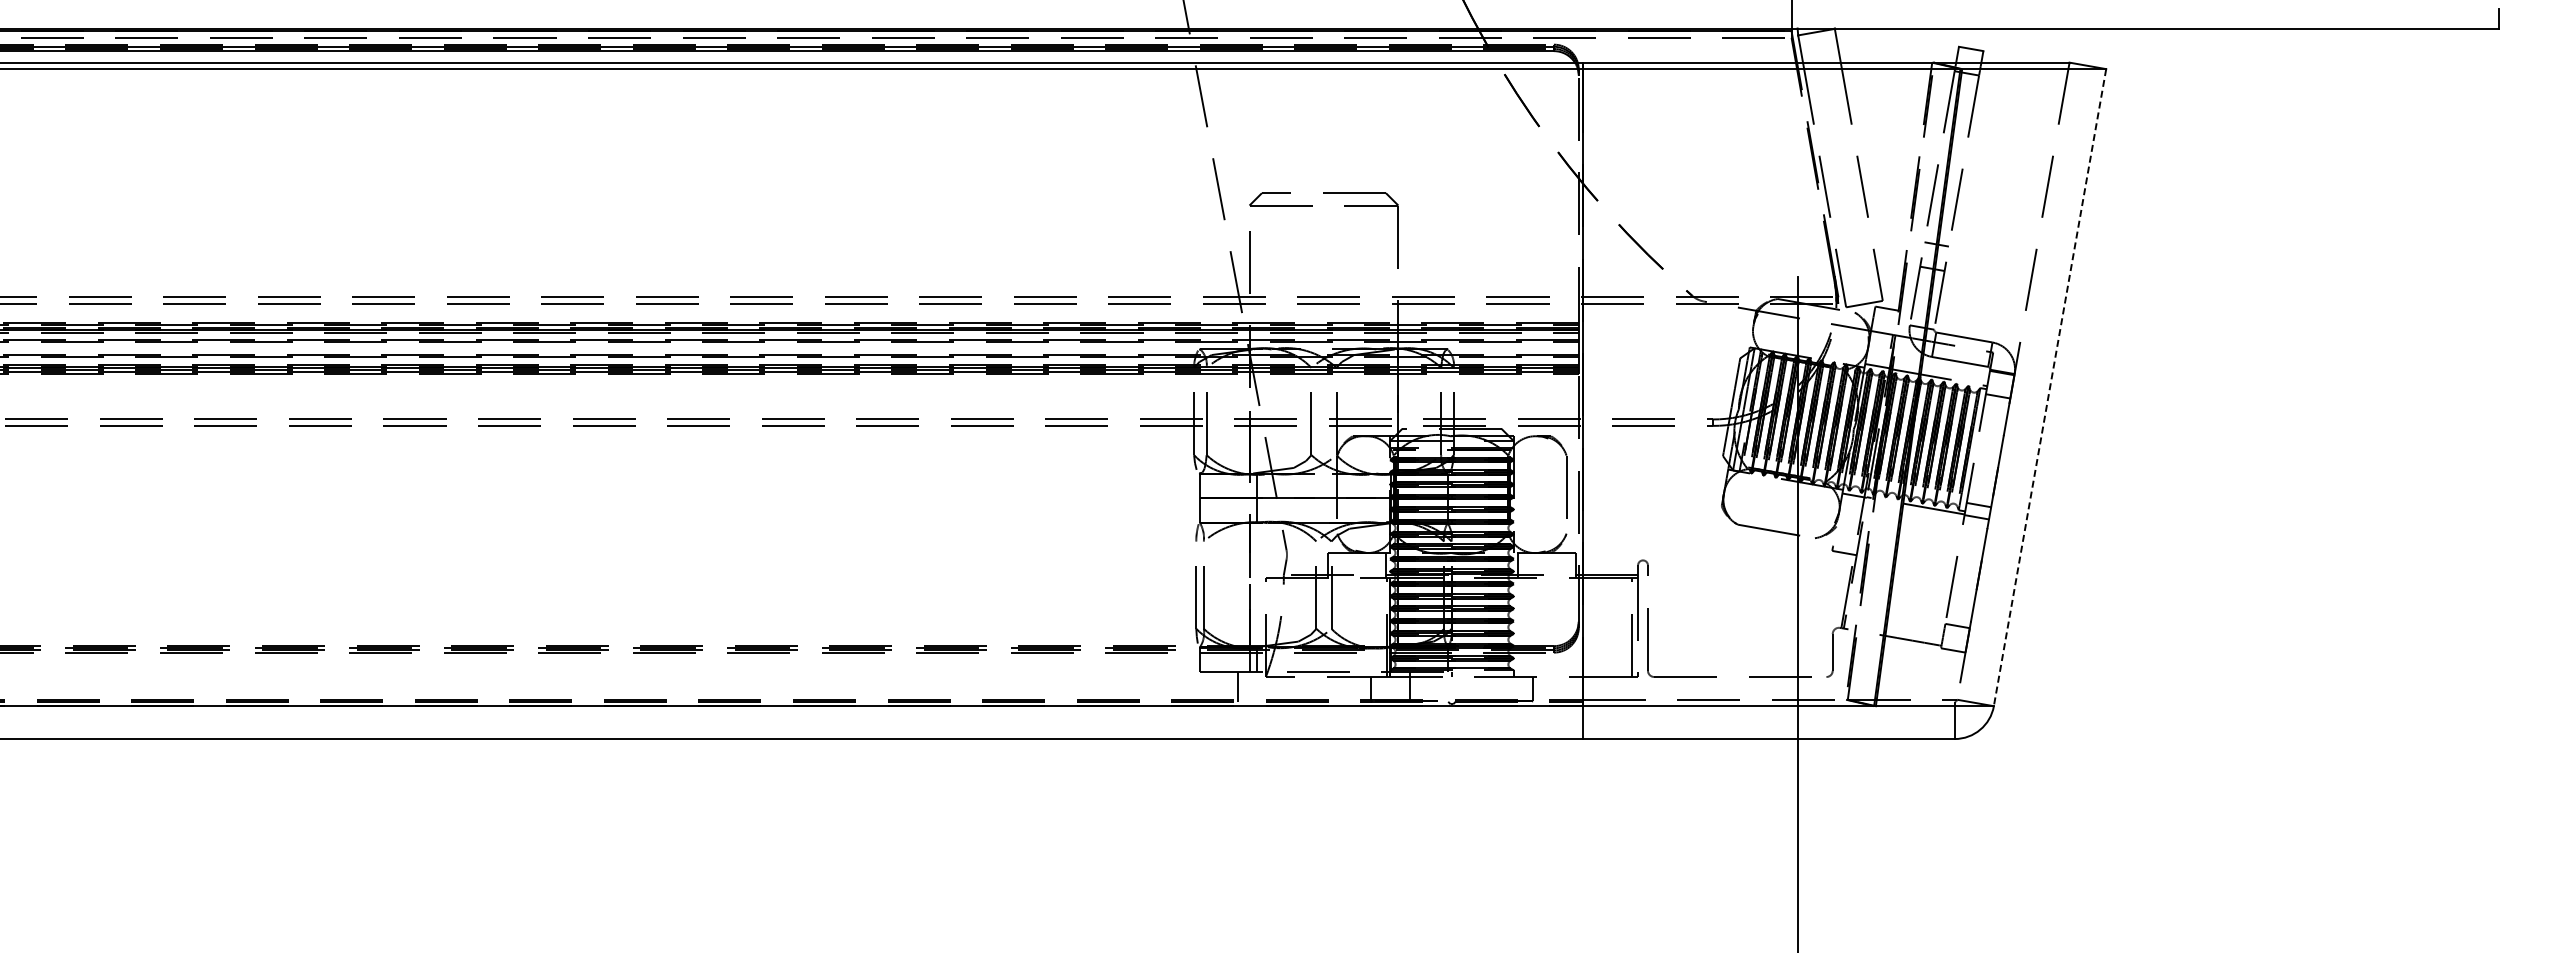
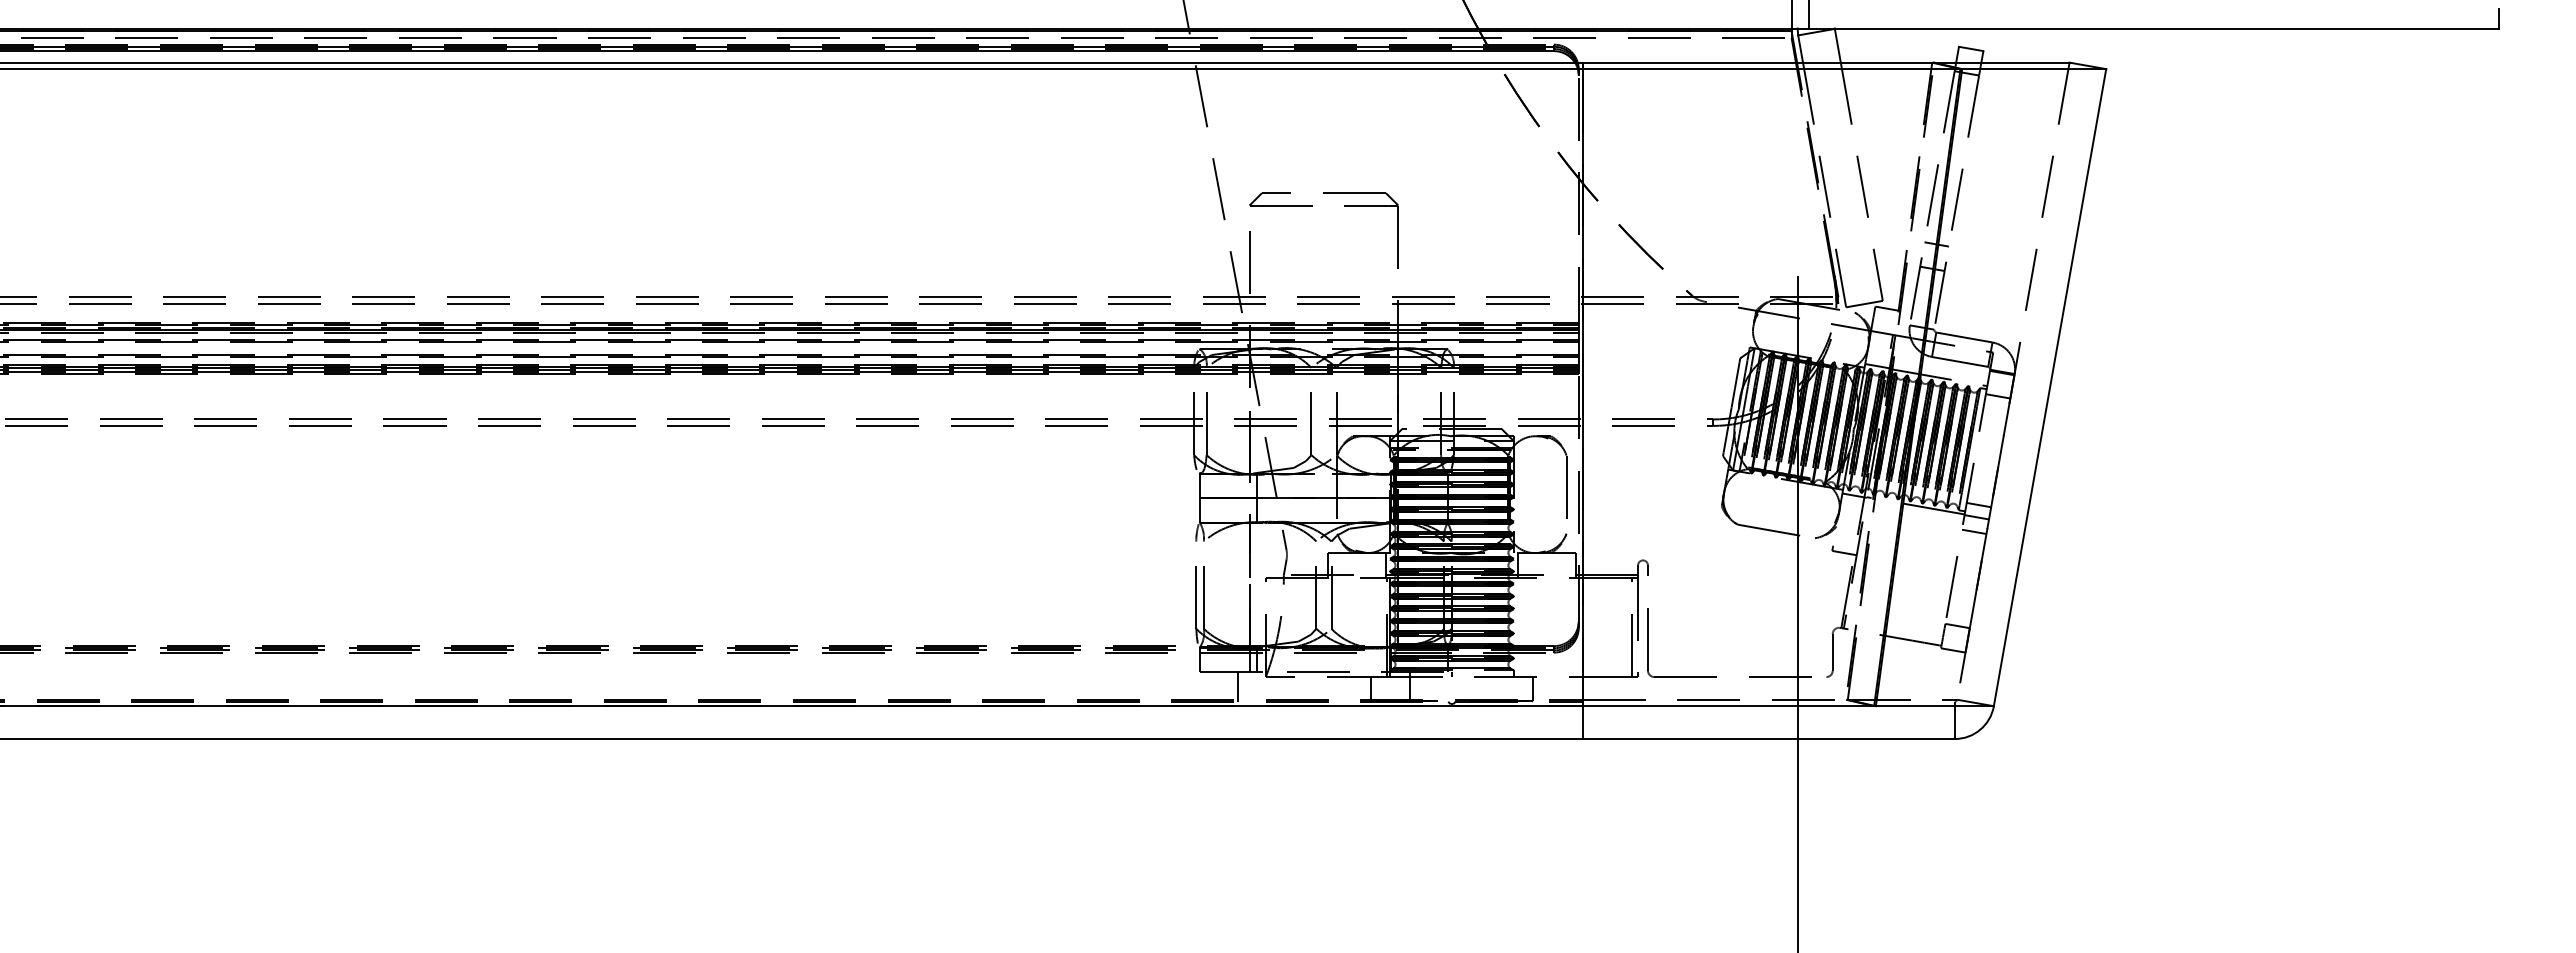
line at (1809, 15): none -> present
line at (2049, 388): dashed -> solid
line at (1973, 531): none -> present
